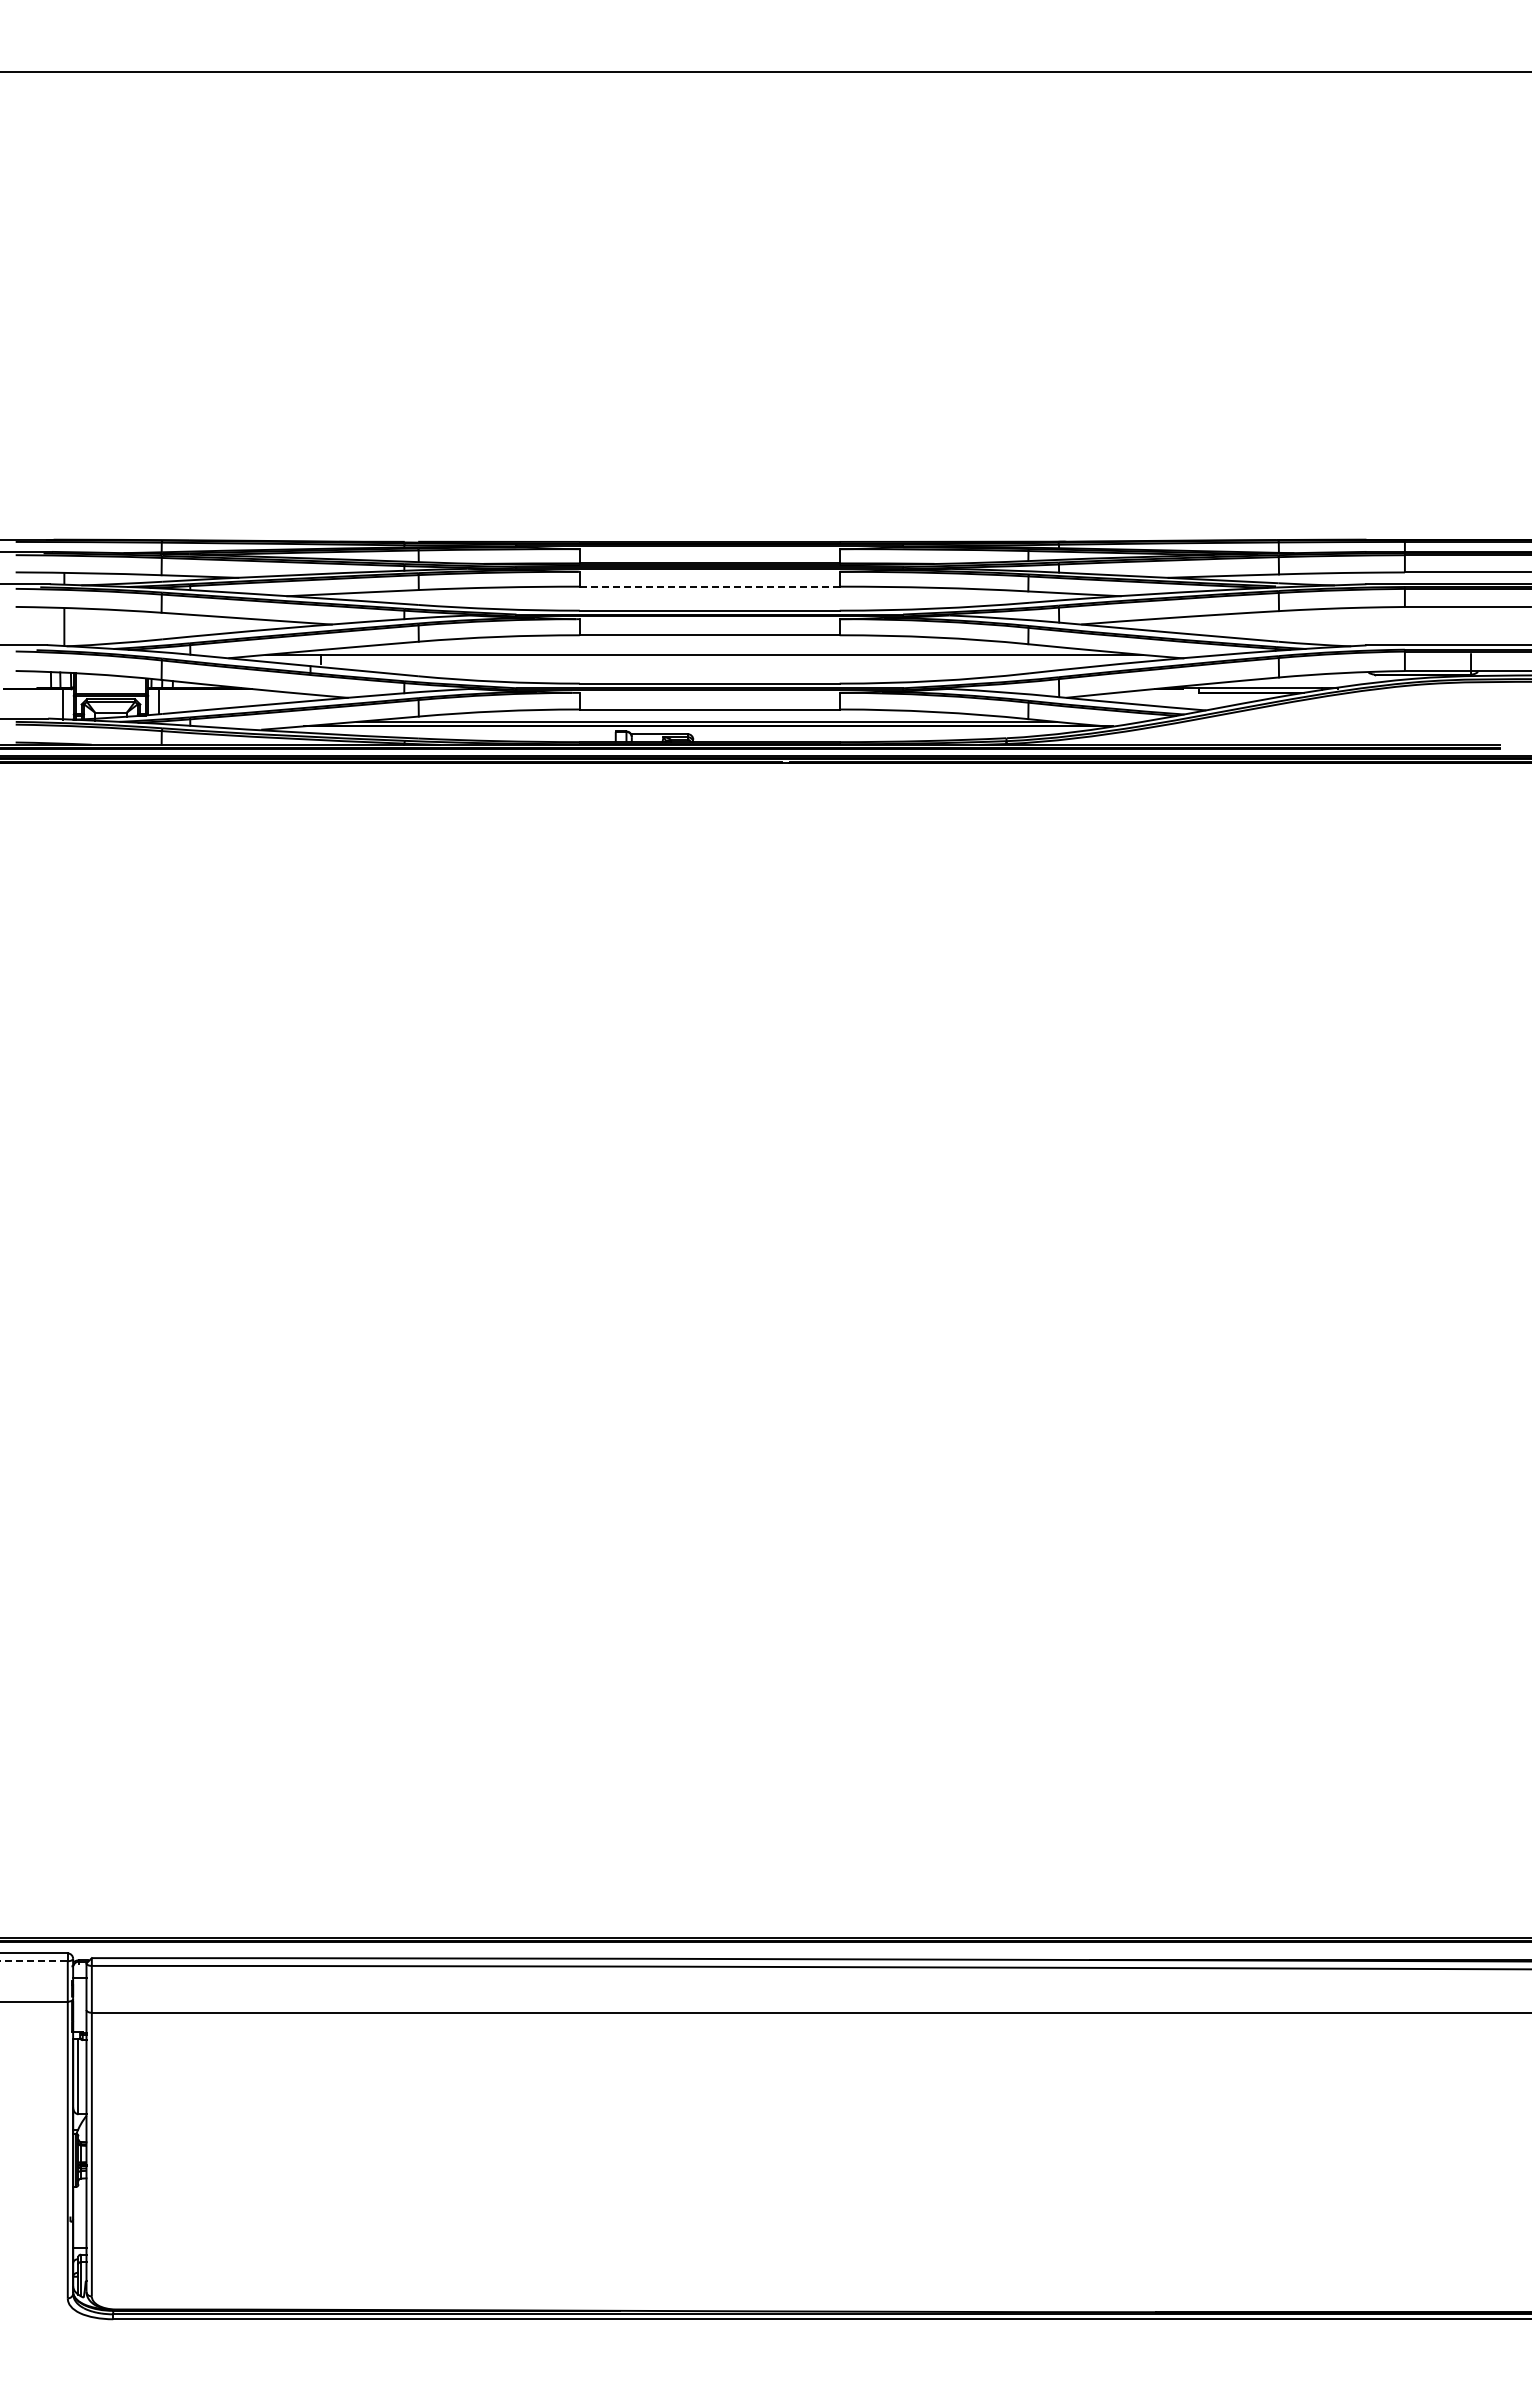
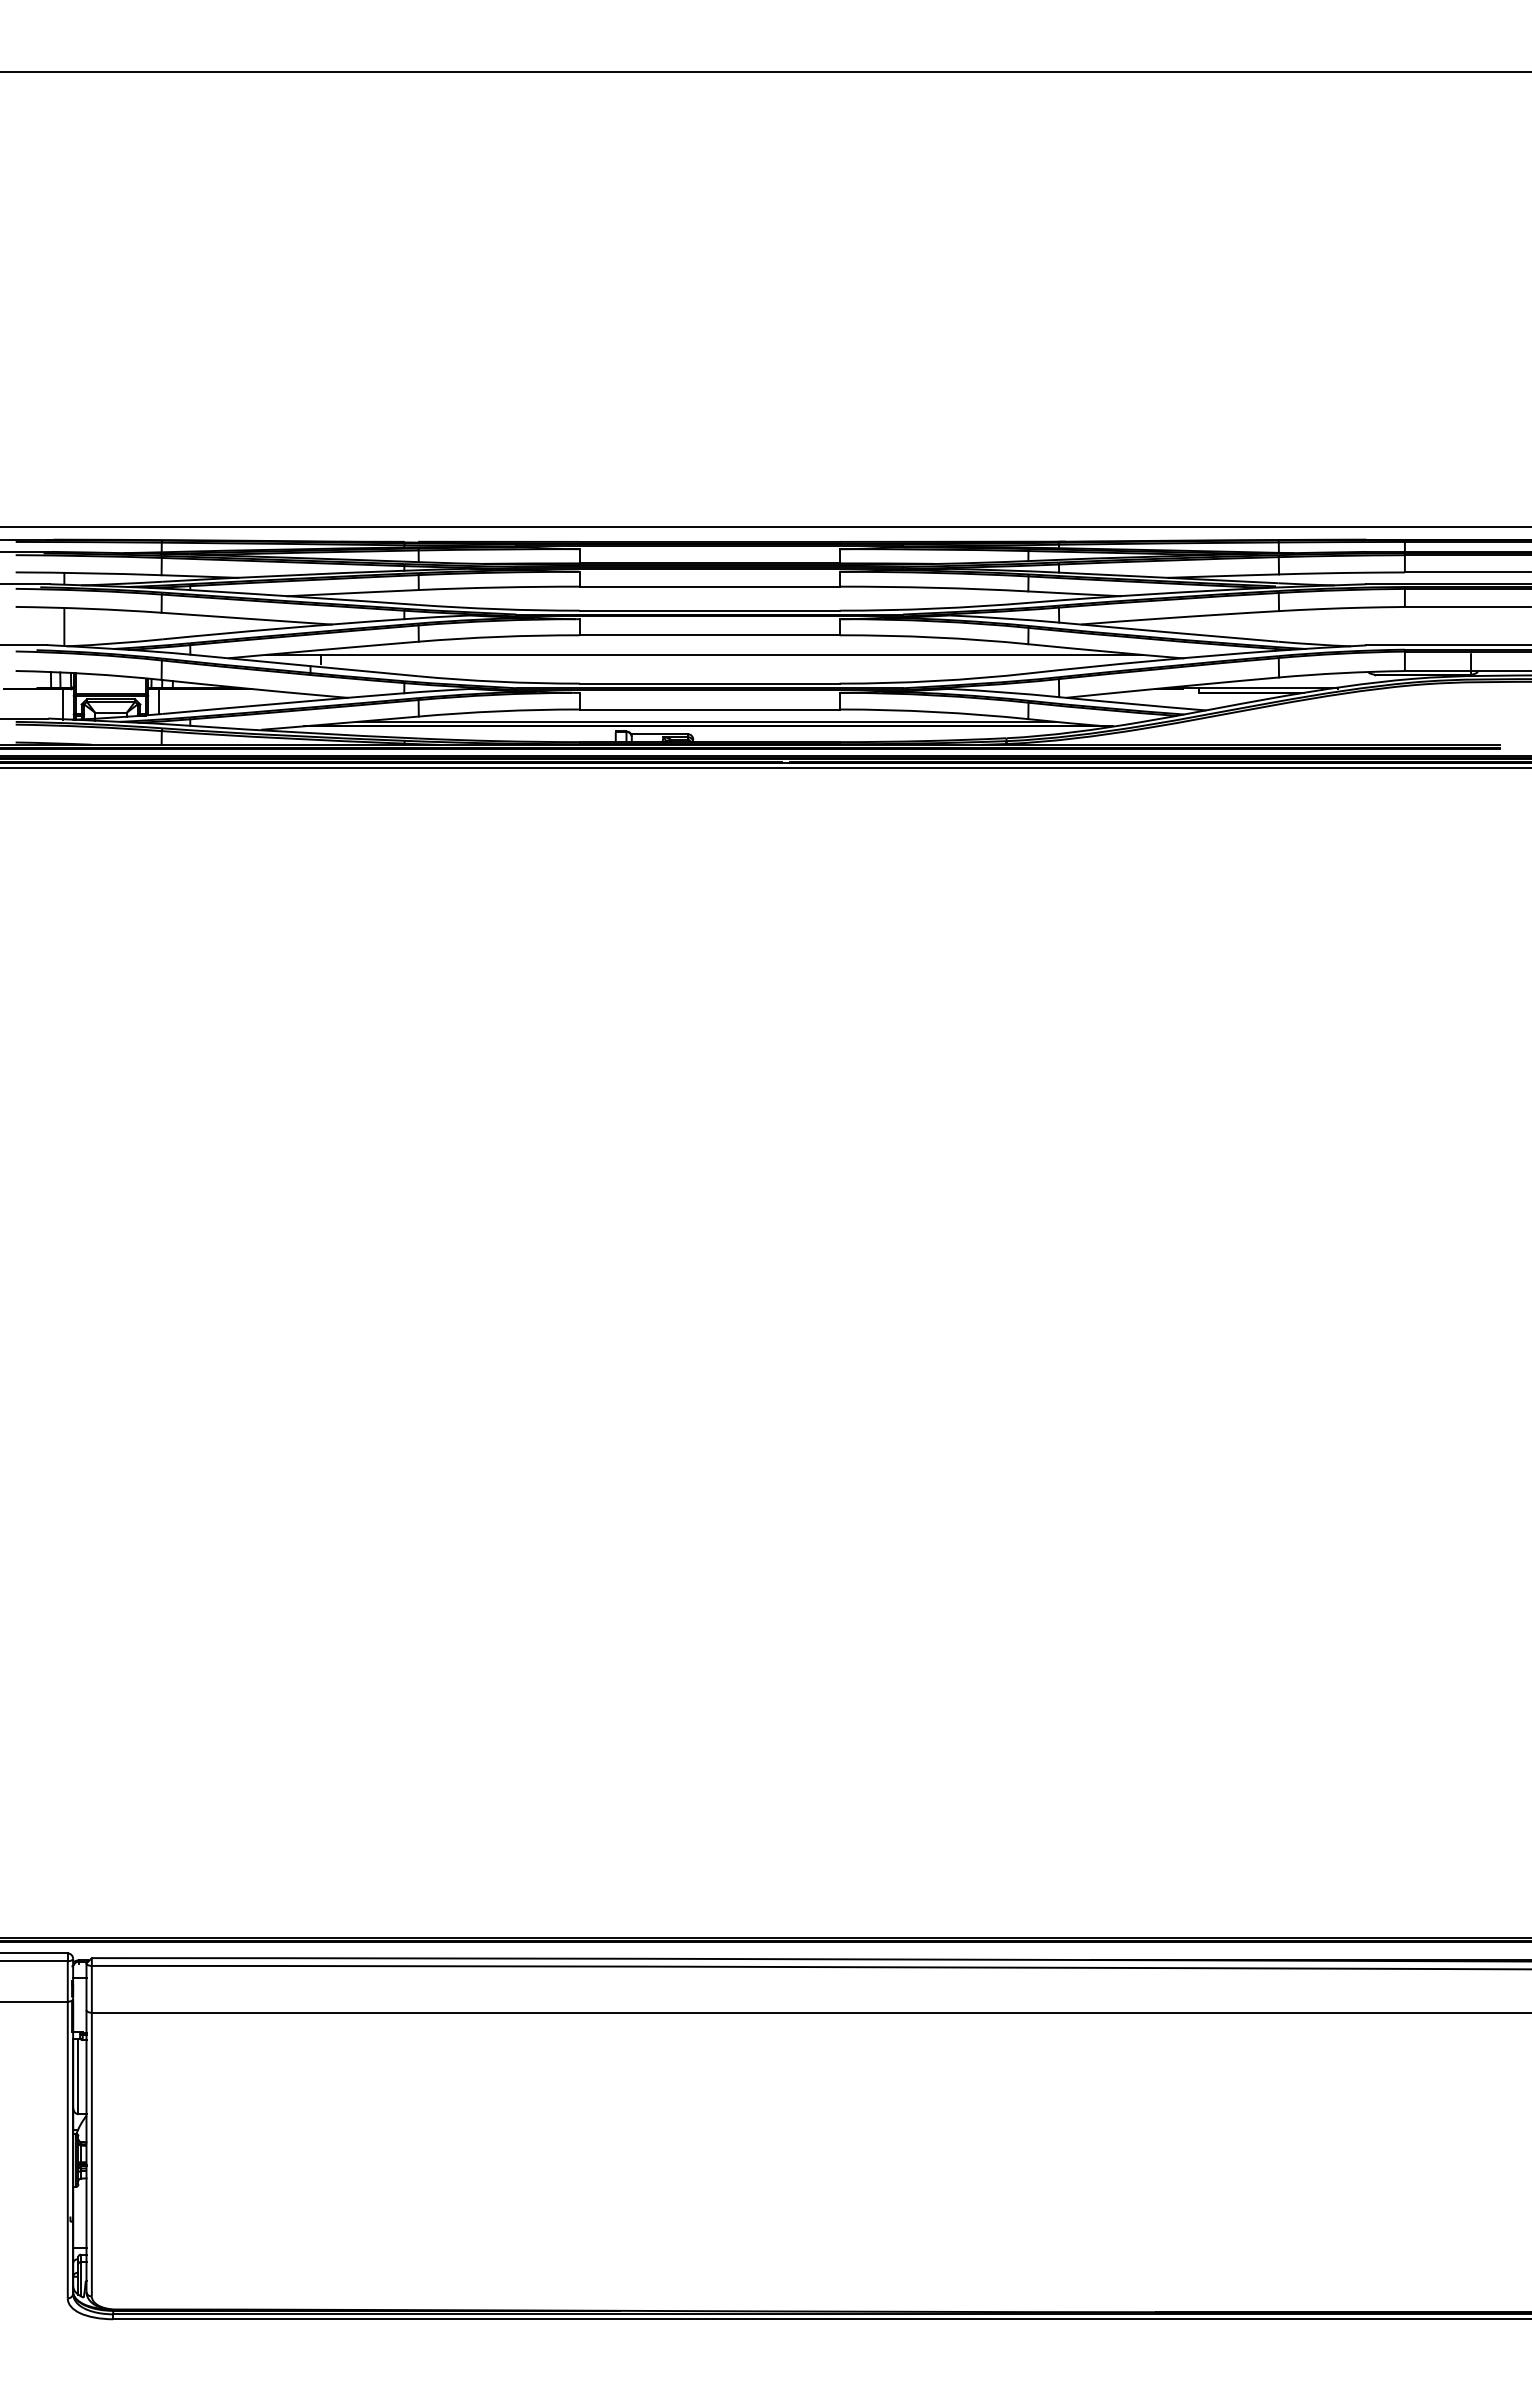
line at (765, 526): none -> present
line at (709, 586): dashed -> solid
line at (765, 768): none -> present
line at (34, 1961): dashed -> solid
